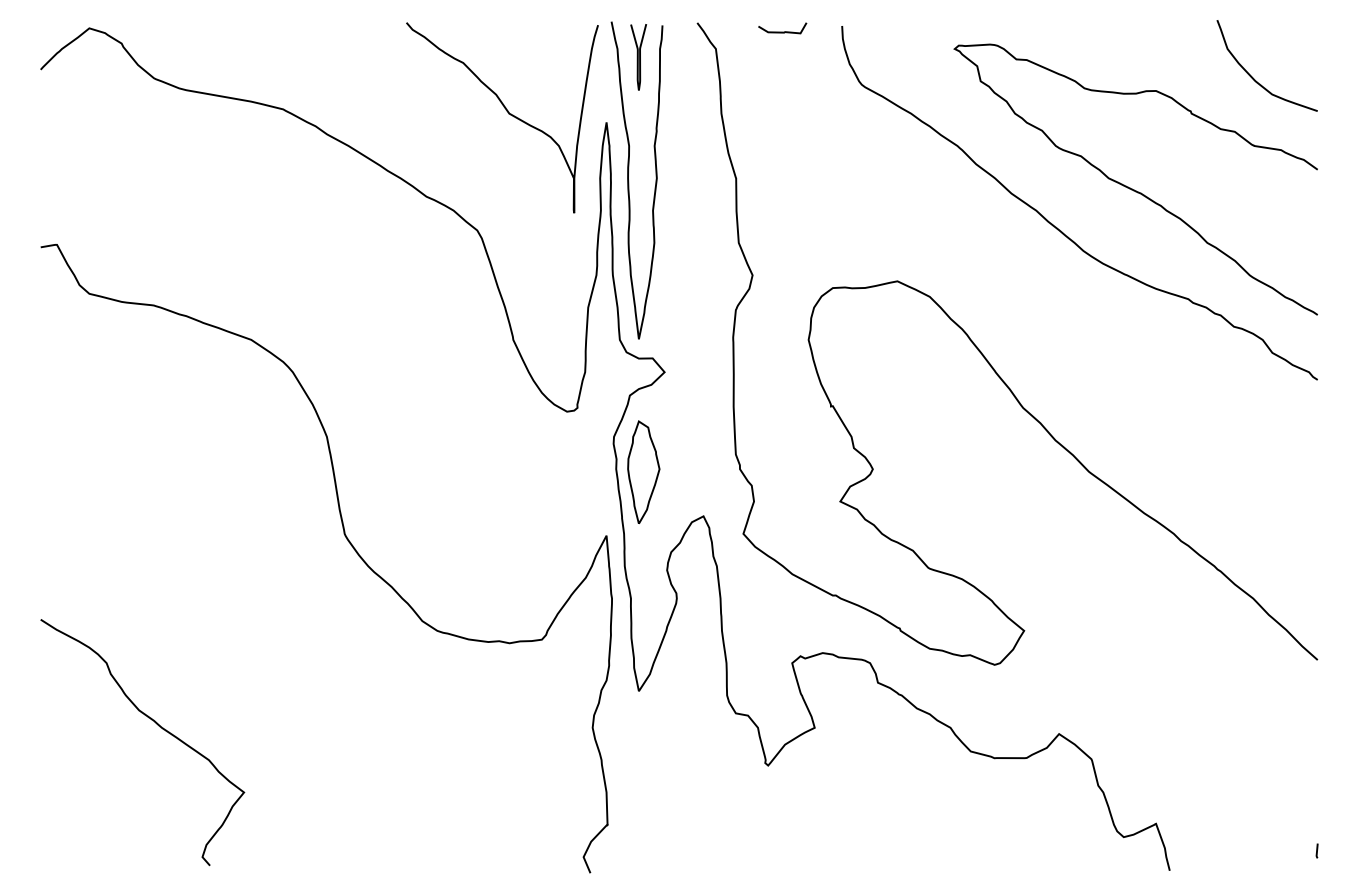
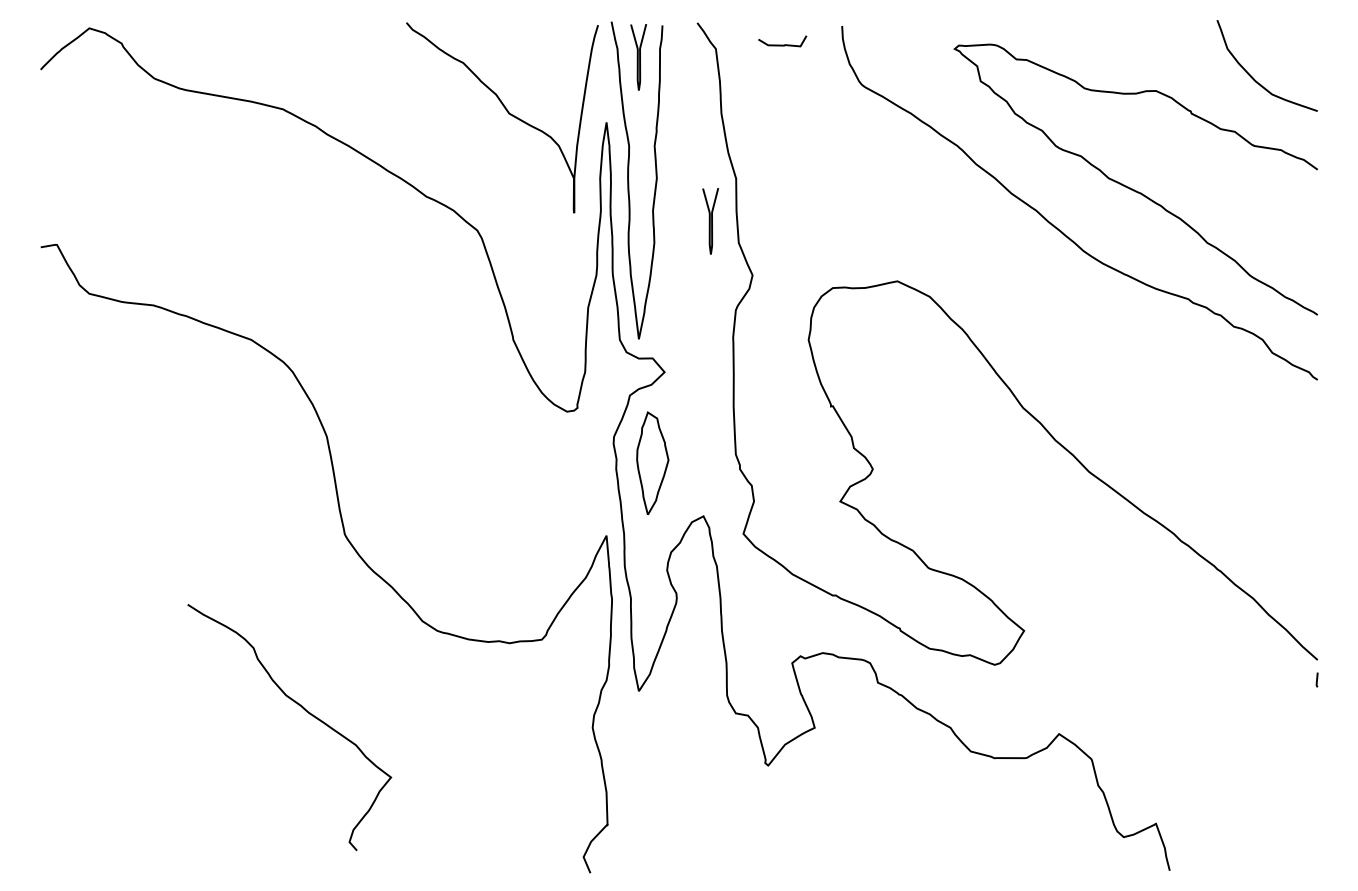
curve at (782, 31) position: (782, 31) -> (782, 44)
curve at (710, 221): none -> present
part at (643, 471) position: (643, 471) -> (652, 462)
curve at (158, 726) position: (158, 726) -> (305, 711)
line at (1316, 850) position: (1316, 850) -> (1316, 679)
